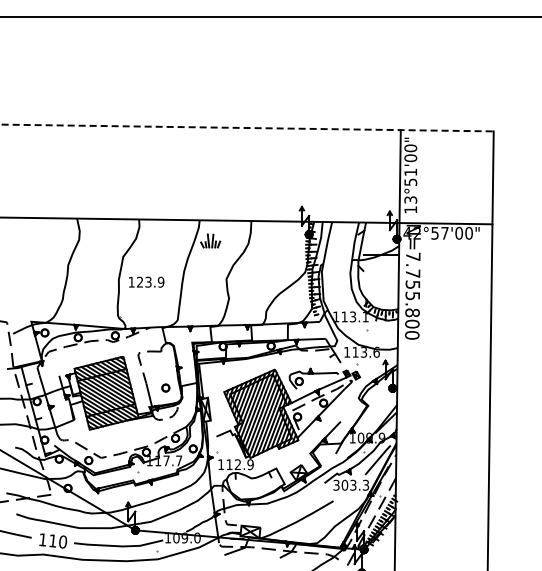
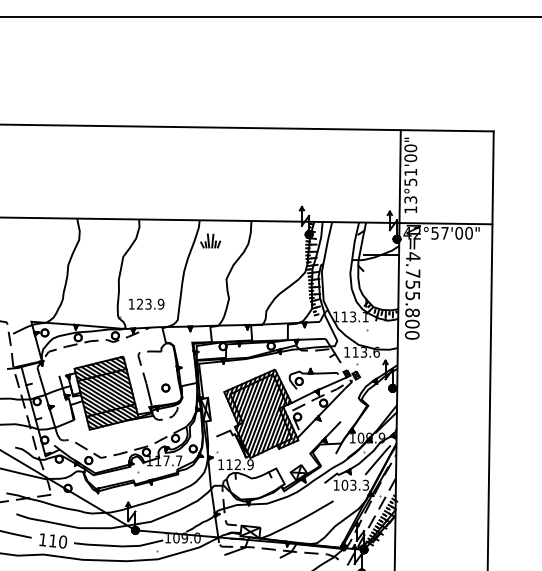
line at (247, 128): dashed -> solid
text at (413, 256): N=7.755.800 -> N=4.755.800
text at (146, 281) position: (146, 281) -> (146, 303)
text at (336, 484): 303.3 -> 103.3
